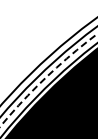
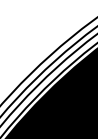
arc at (46, 76): dashed -> solid
